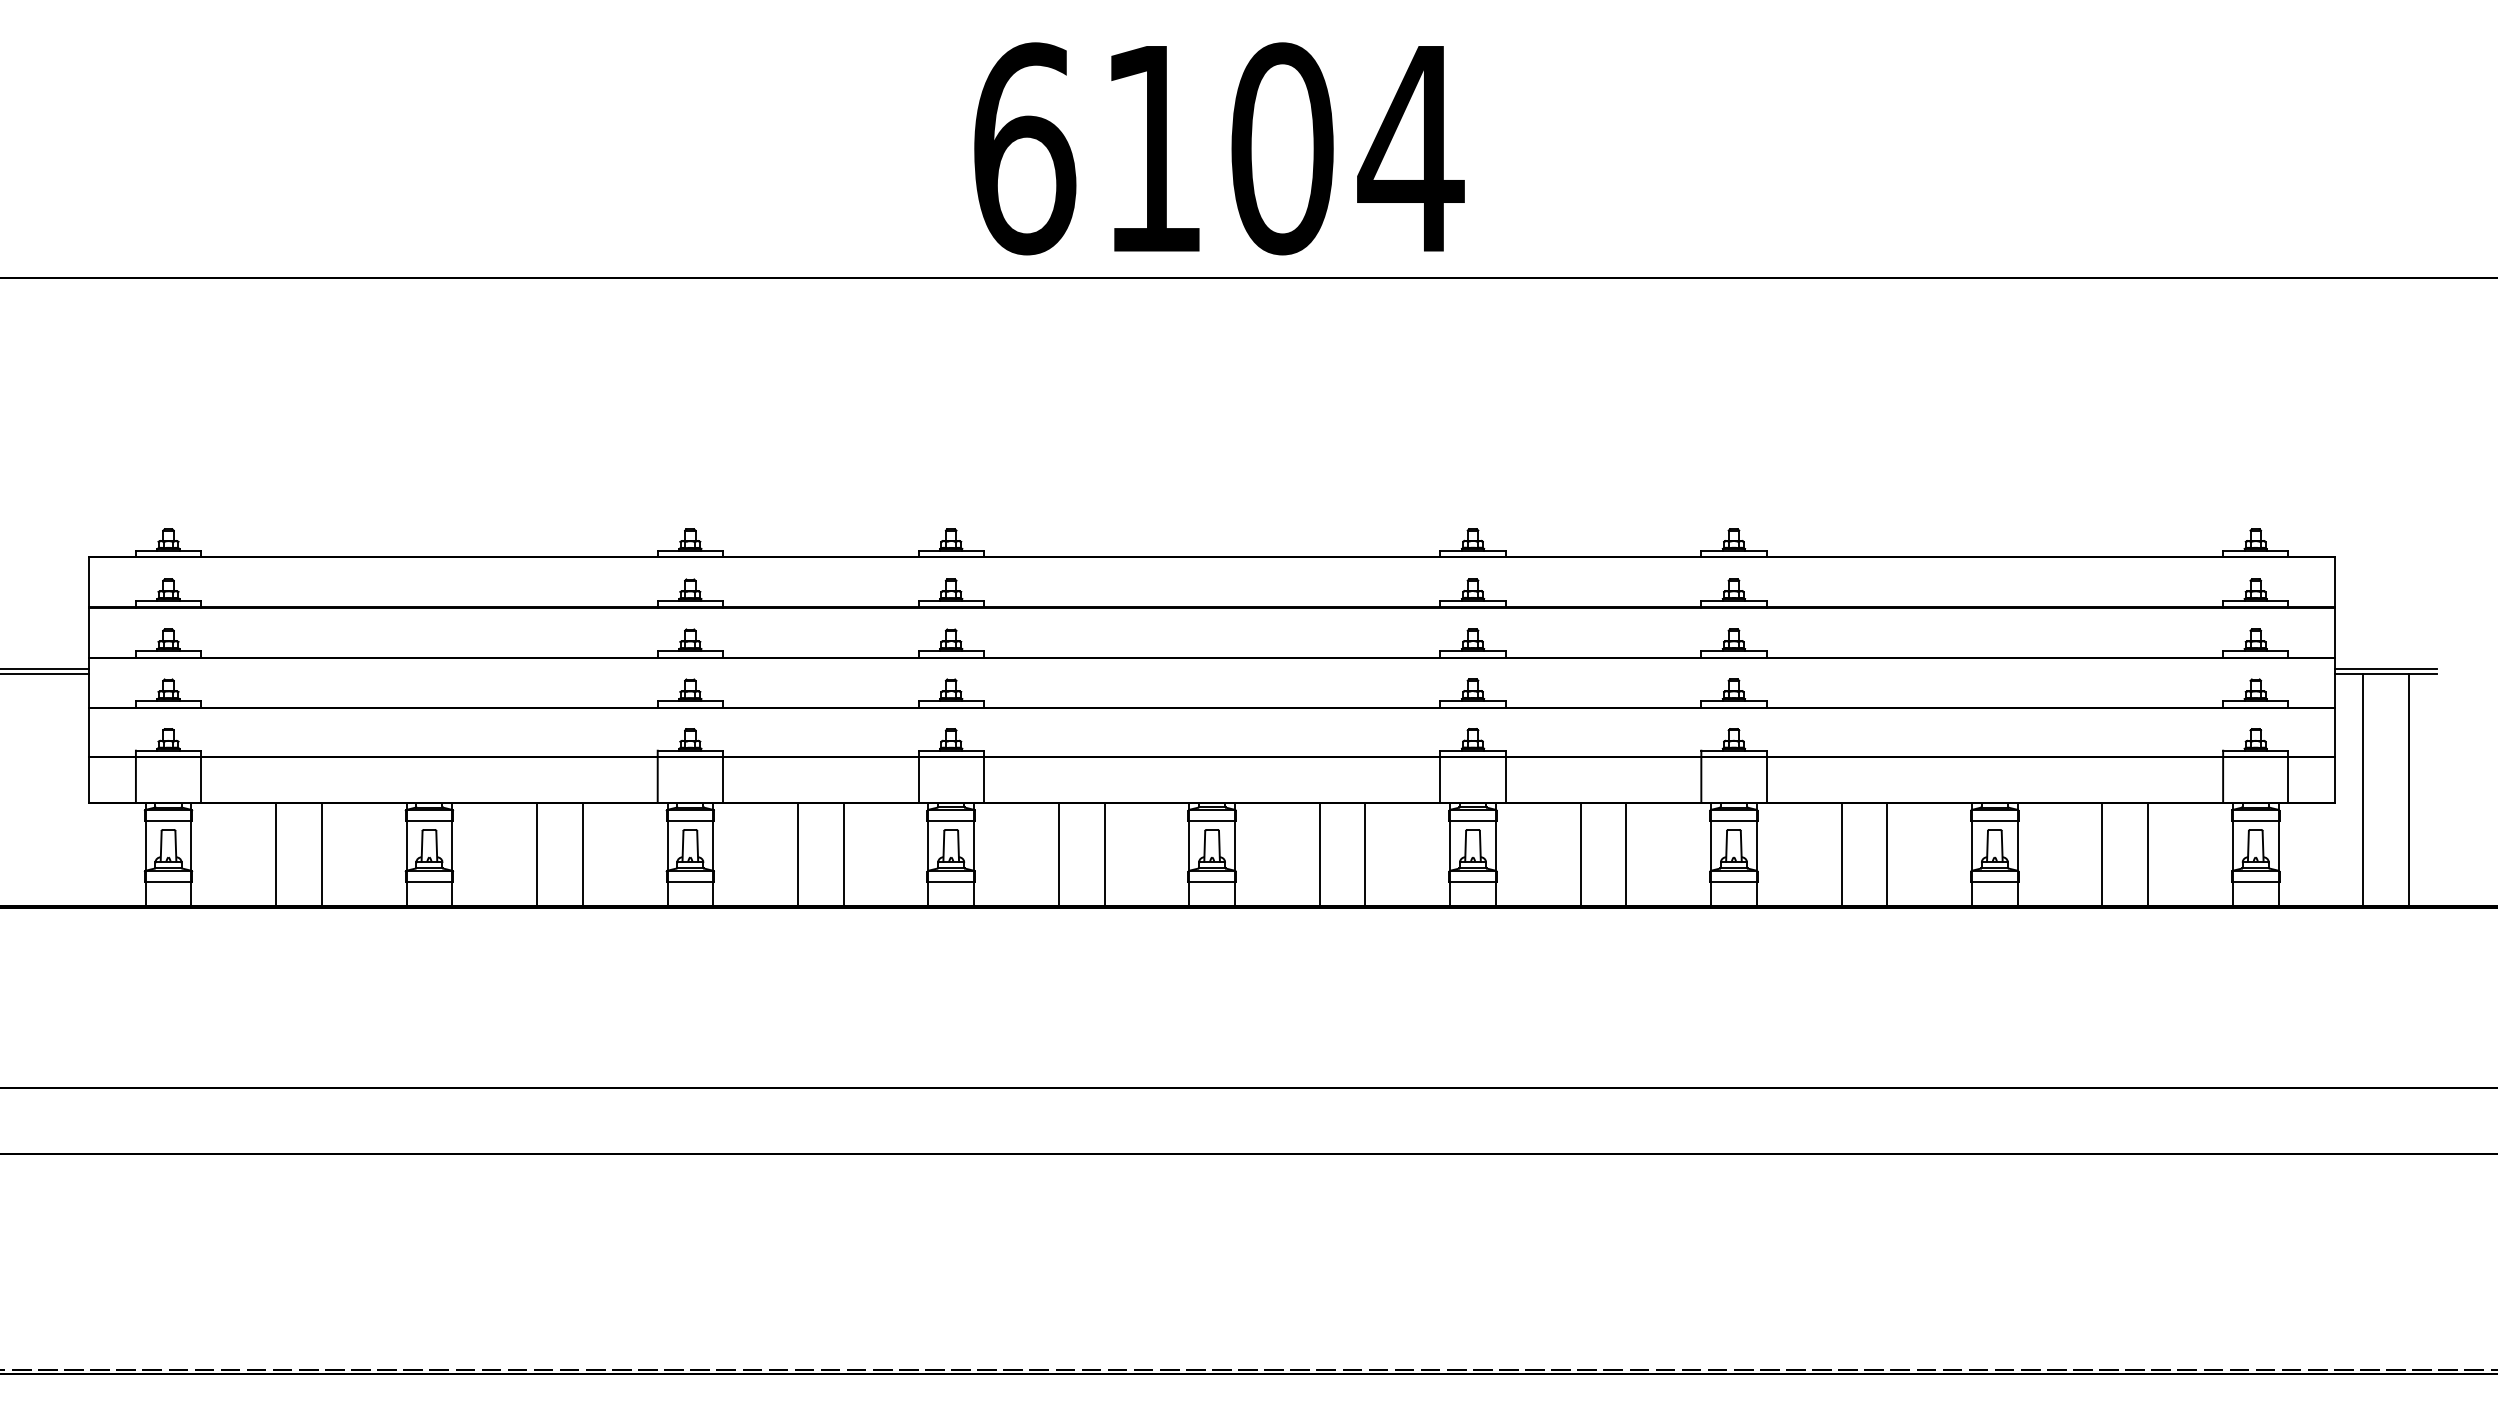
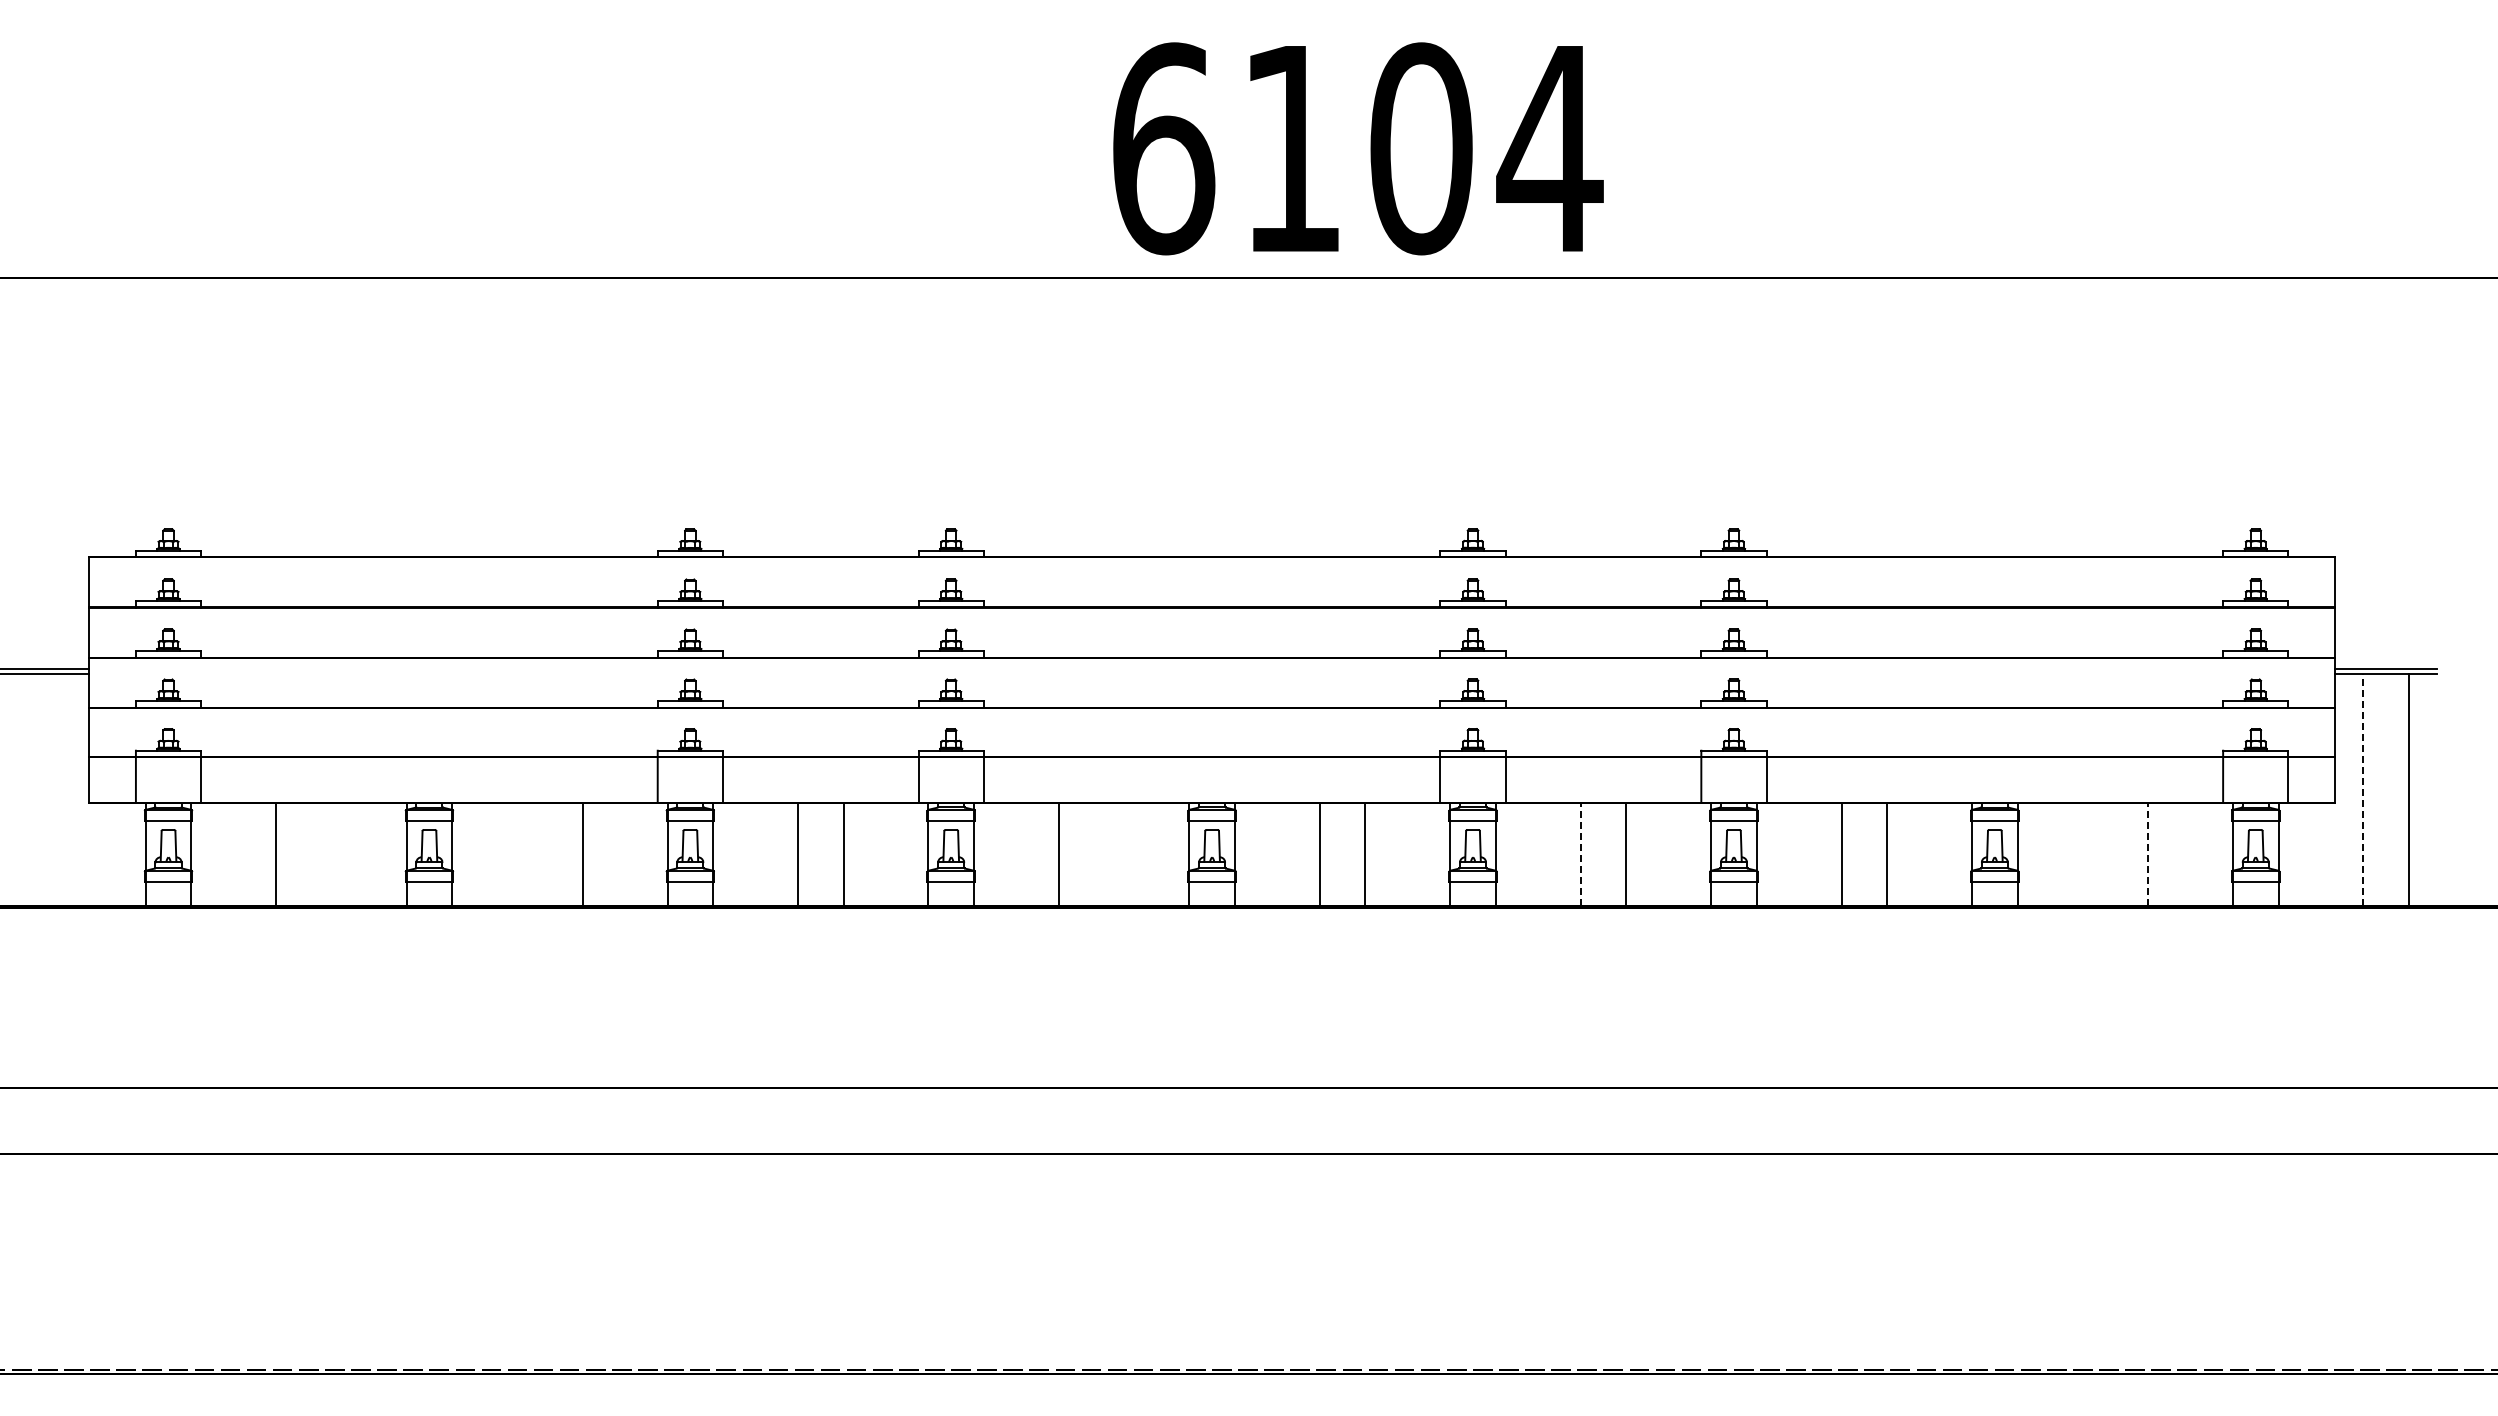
text at (1219, 148) position: (1219, 148) -> (1358, 148)
line at (2363, 789): solid -> dashed
line at (321, 853): present -> none
line at (537, 853): present -> none
line at (1104, 853): present -> none
line at (2102, 853): present -> none
line at (1580, 854): solid -> dashed
line at (2148, 854): solid -> dashed
